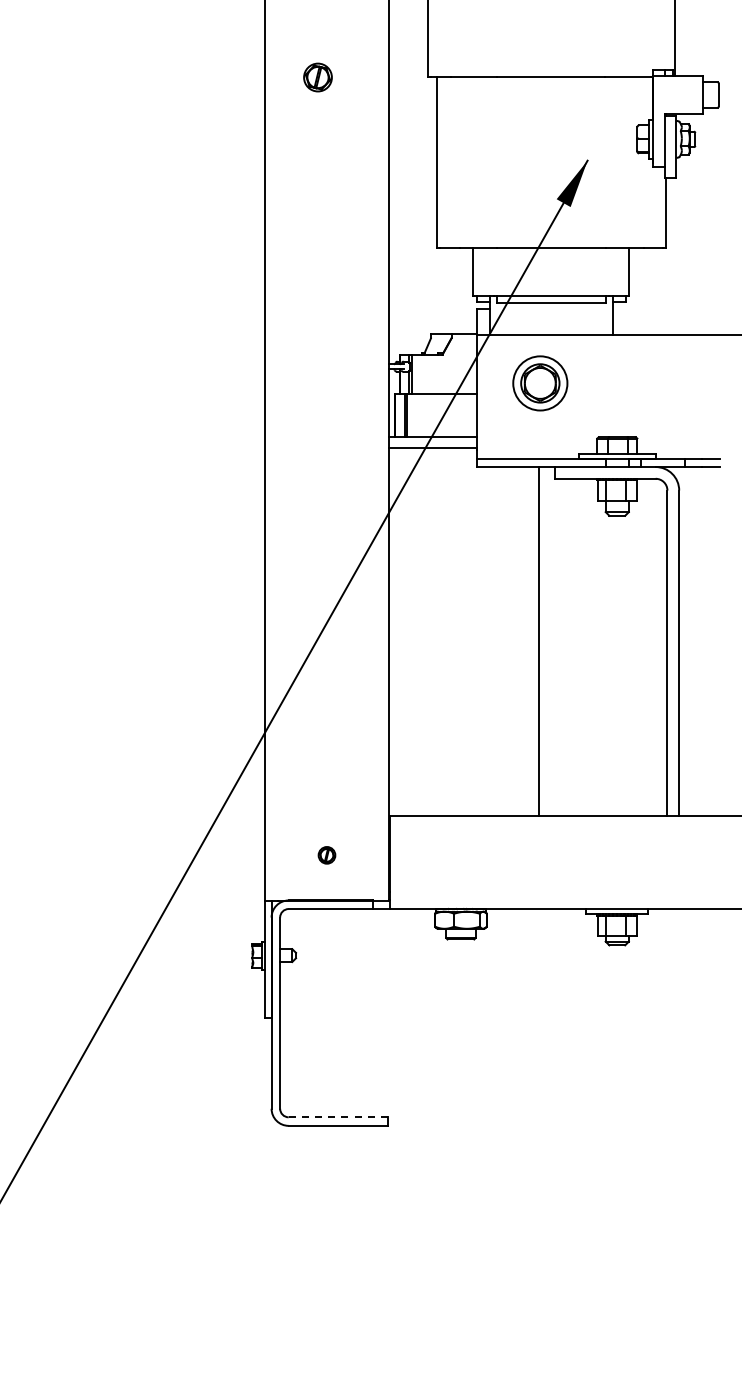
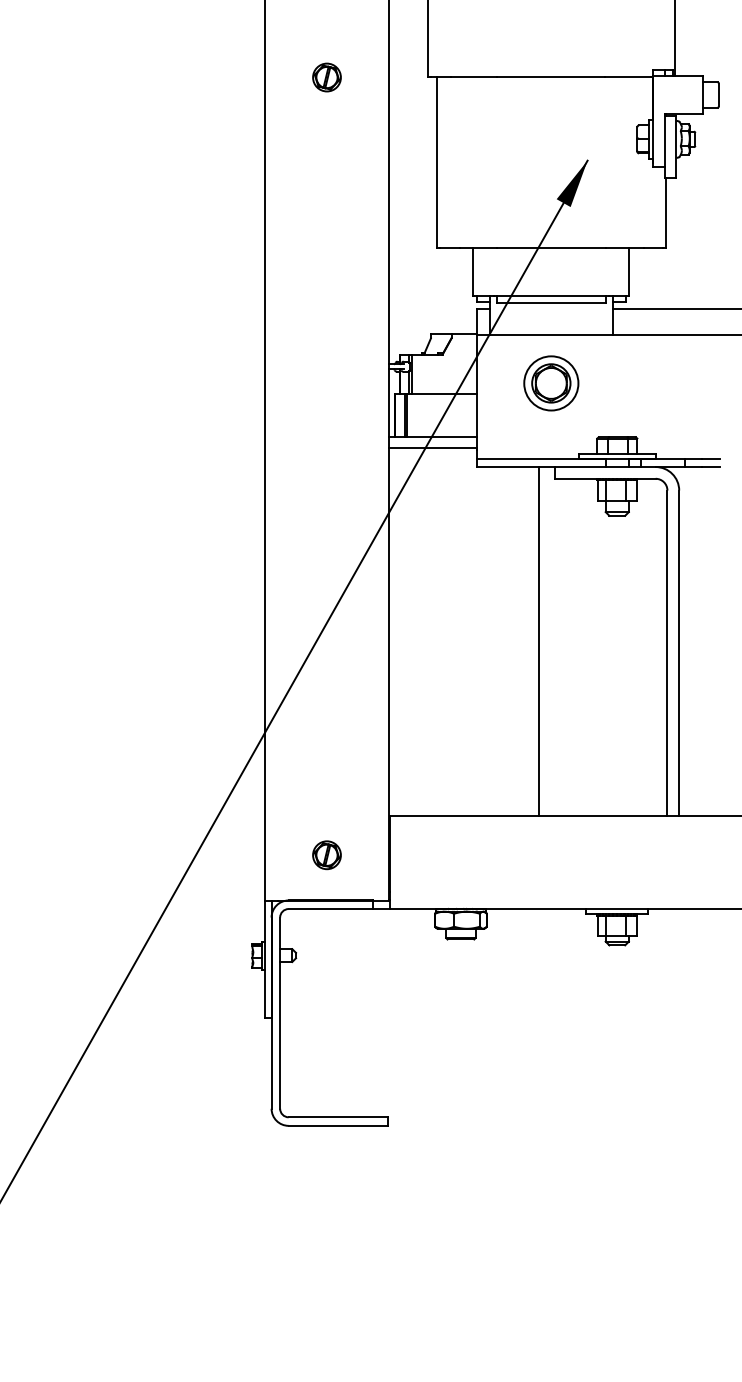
part at (317, 77) position: (317, 77) -> (326, 77)
line at (675, 309): none -> present
part at (540, 383) position: (540, 383) -> (551, 383)
part at (326, 855) size: 20x19 px -> 30x31 px
line at (338, 1117): dashed -> solid
